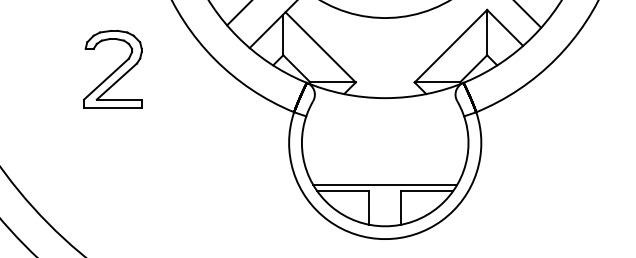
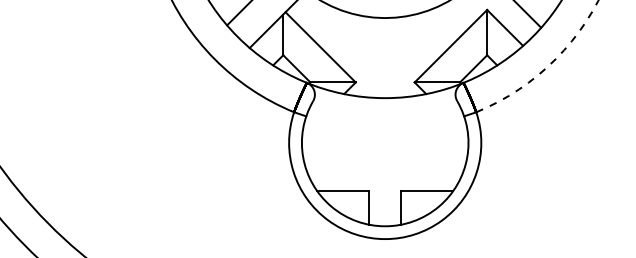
arc at (547, 66): solid -> dashed
part at (112, 68): present -> none
line at (385, 184): present -> none
